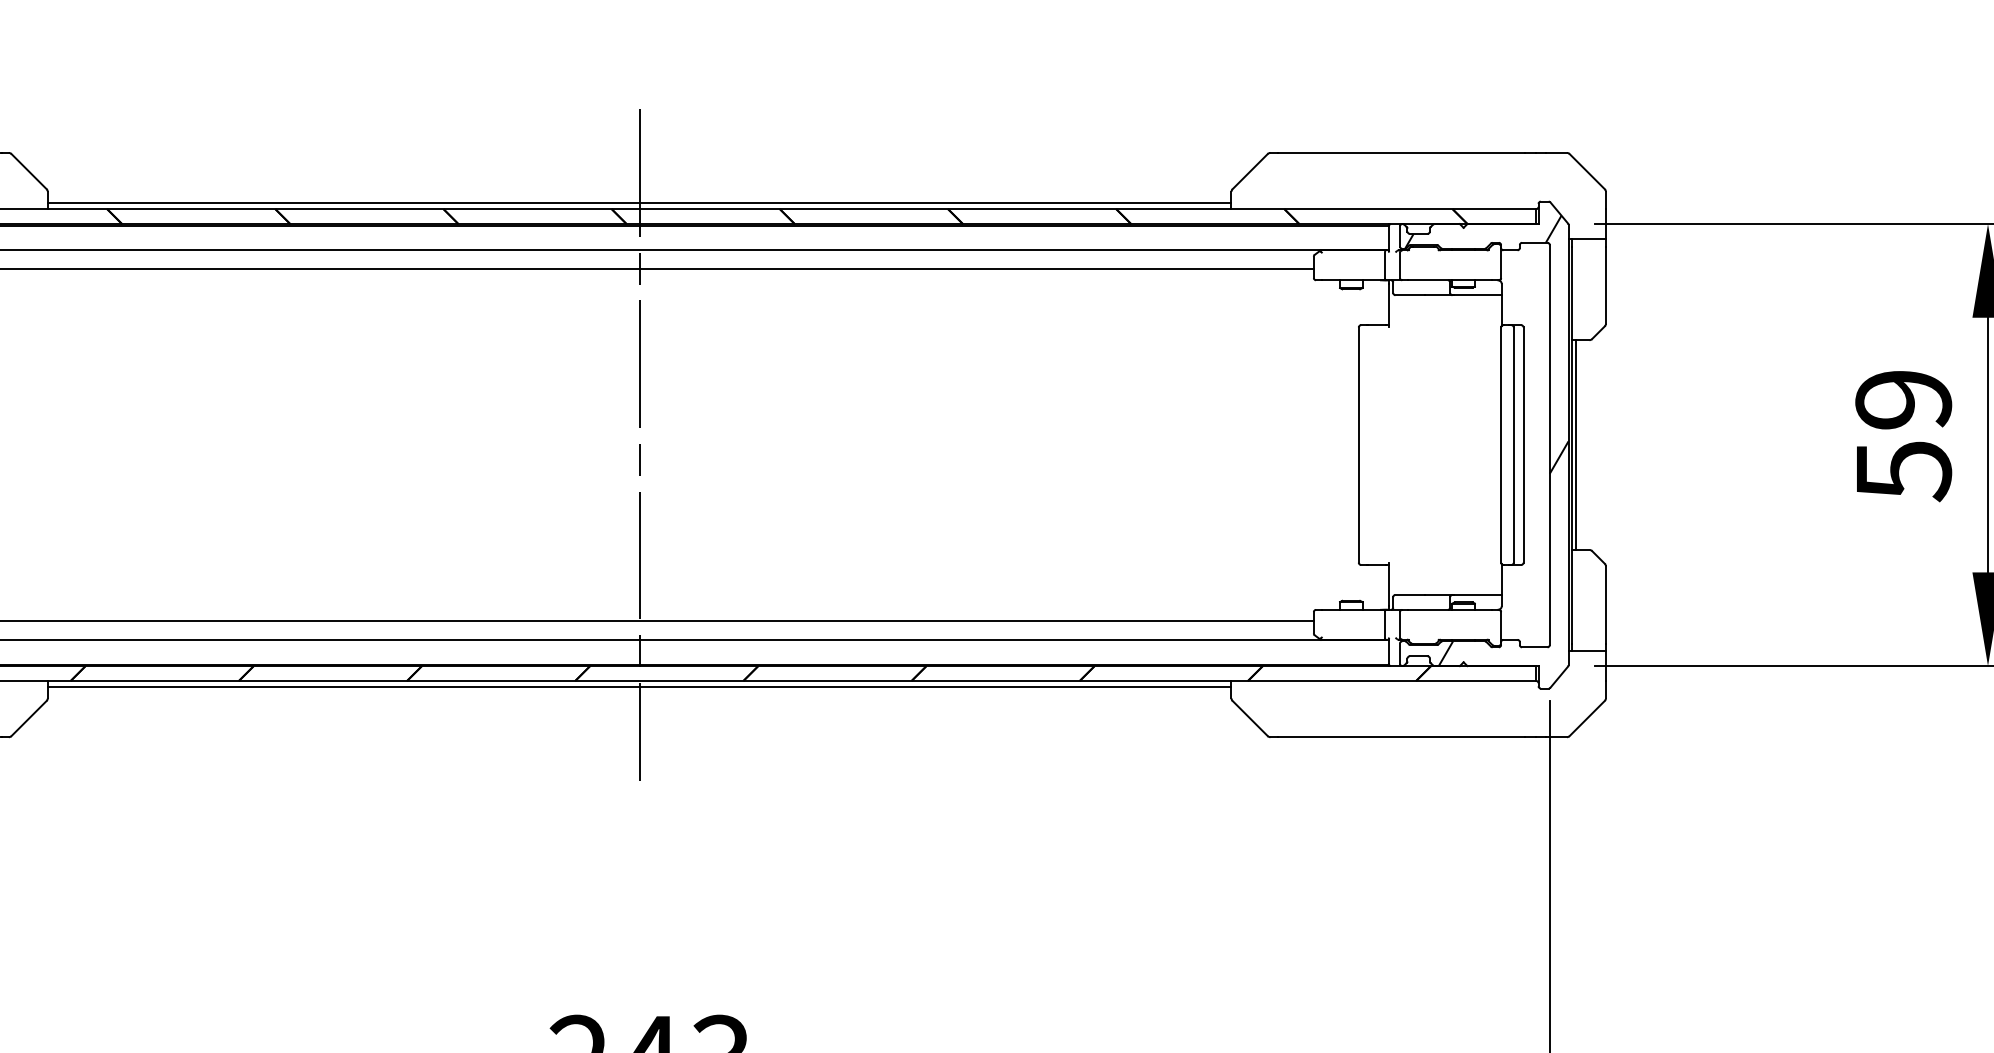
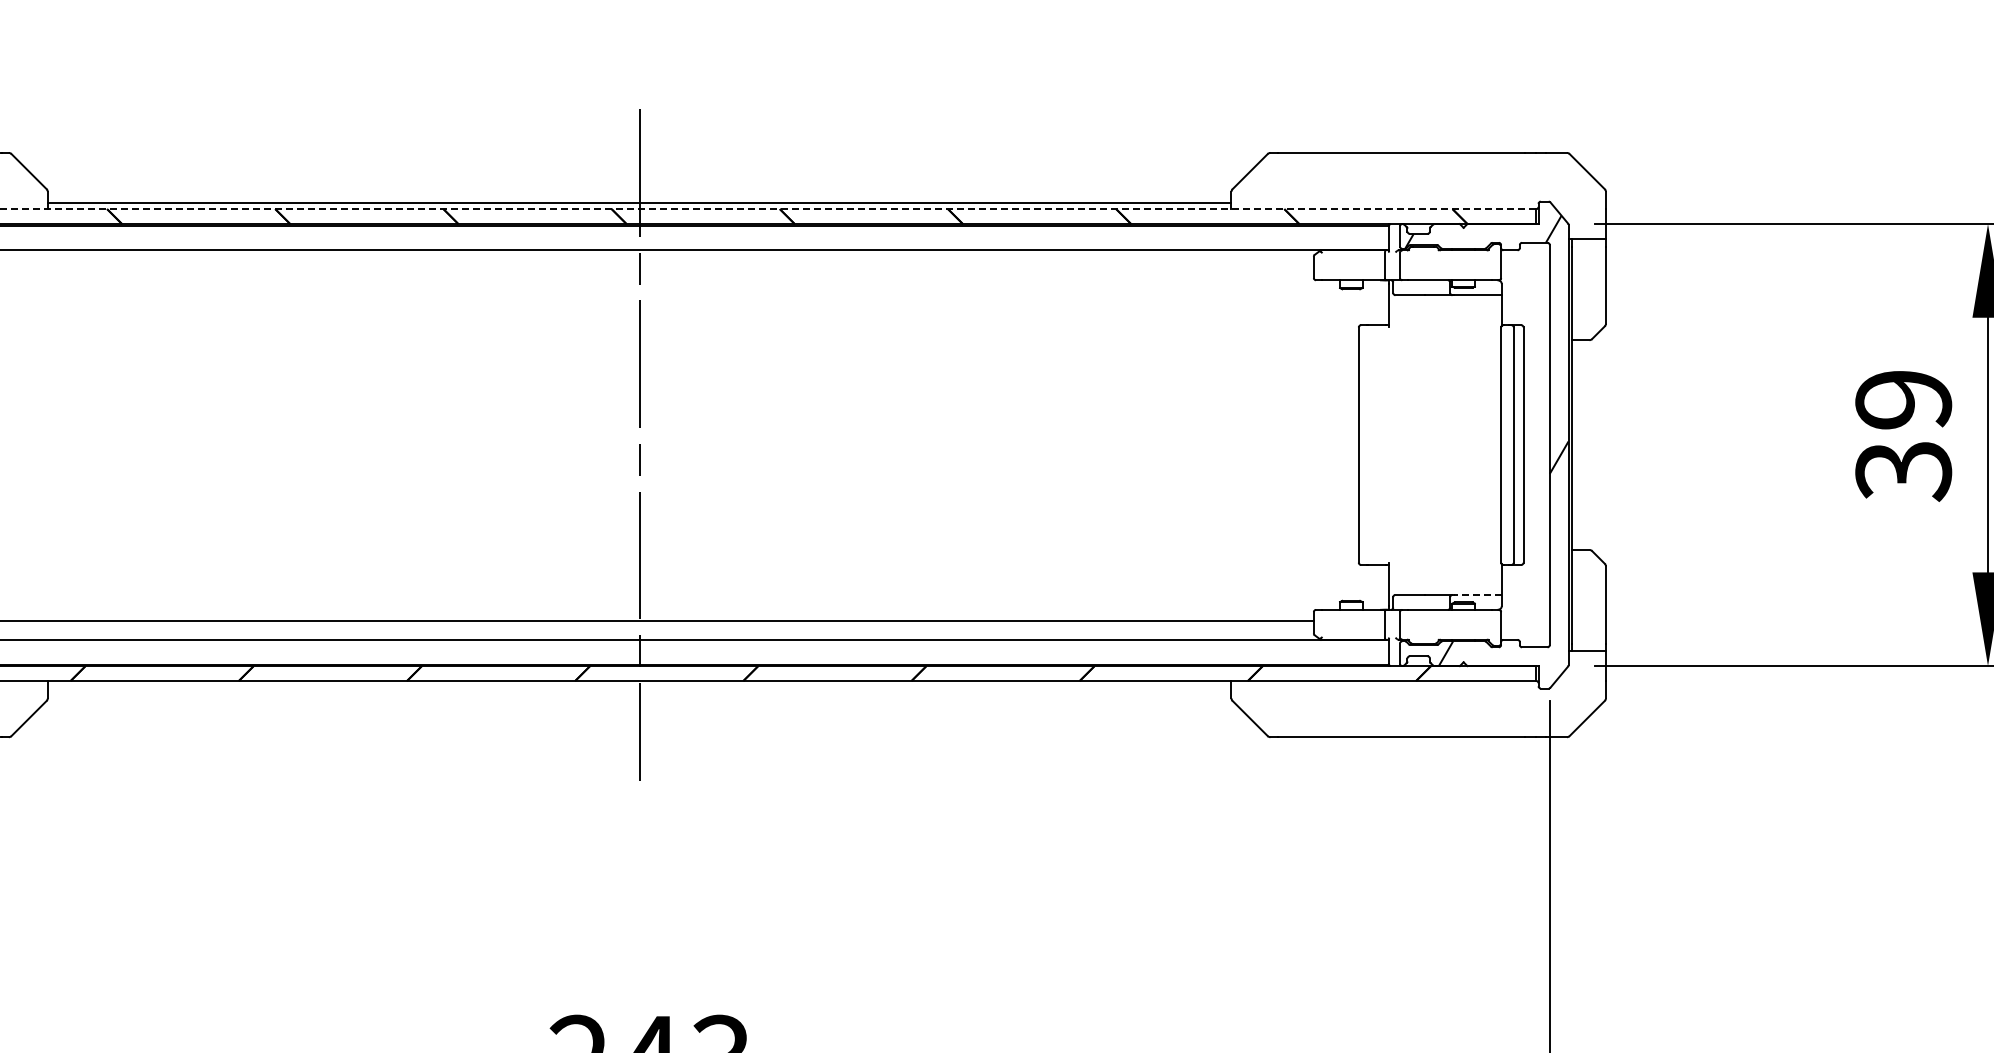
line at (768, 209): solid -> dashed
line at (657, 269): present -> none
line at (1576, 444): present -> none
text at (1903, 471): 59 -> 39
line at (1477, 594): solid -> dashed
line at (639, 687): present -> none
